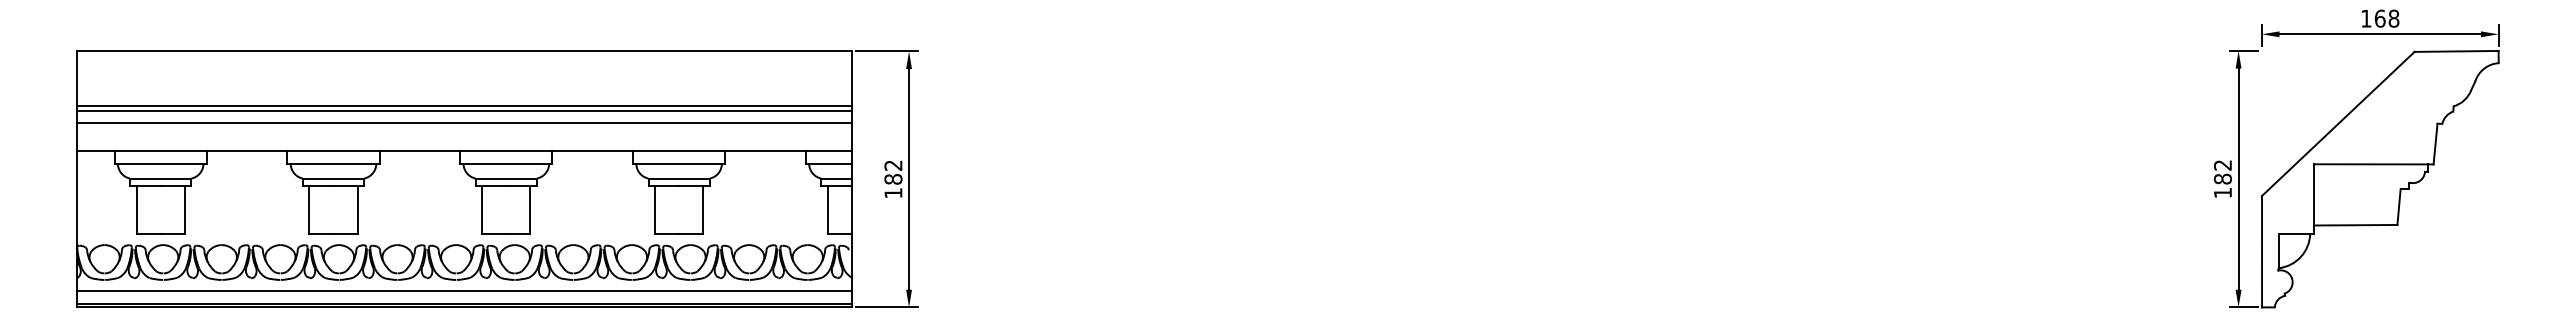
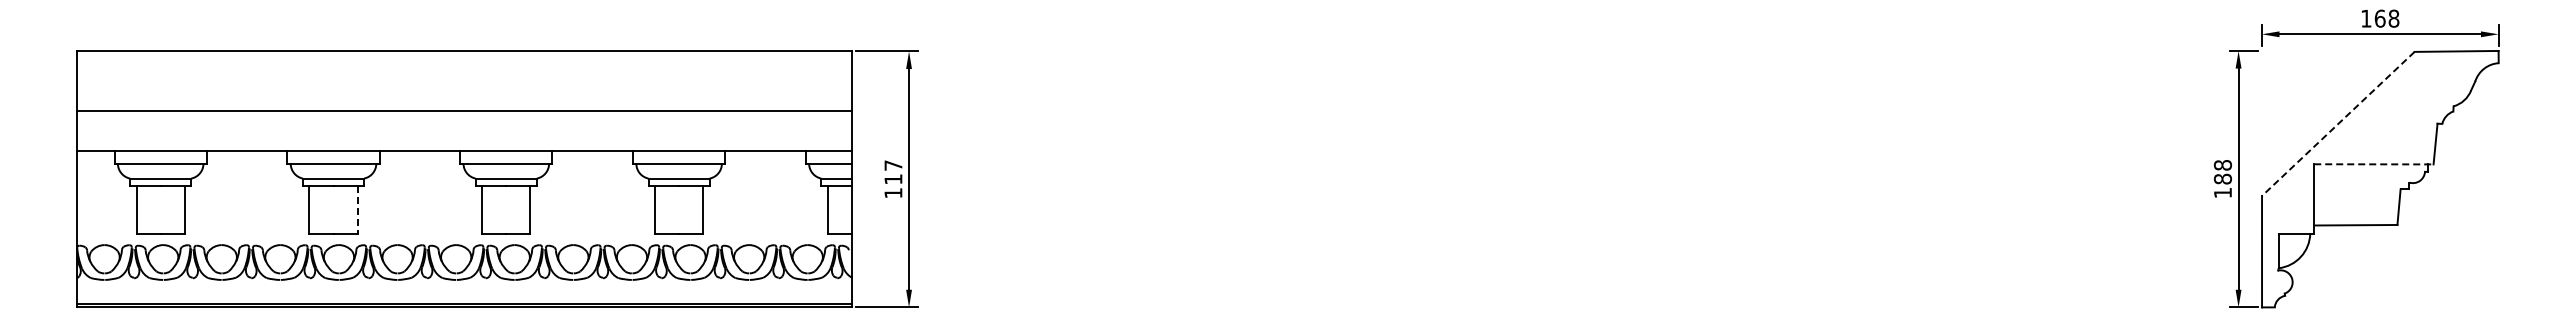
line at (464, 105): present -> none
line at (464, 123): present -> none
line at (2338, 123): solid -> dashed
line at (2373, 164): solid -> dashed
text at (2223, 165): 182 -> 188
text at (893, 172): 182 -> 117
line at (357, 210): solid -> dashed
line at (464, 291): present -> none
